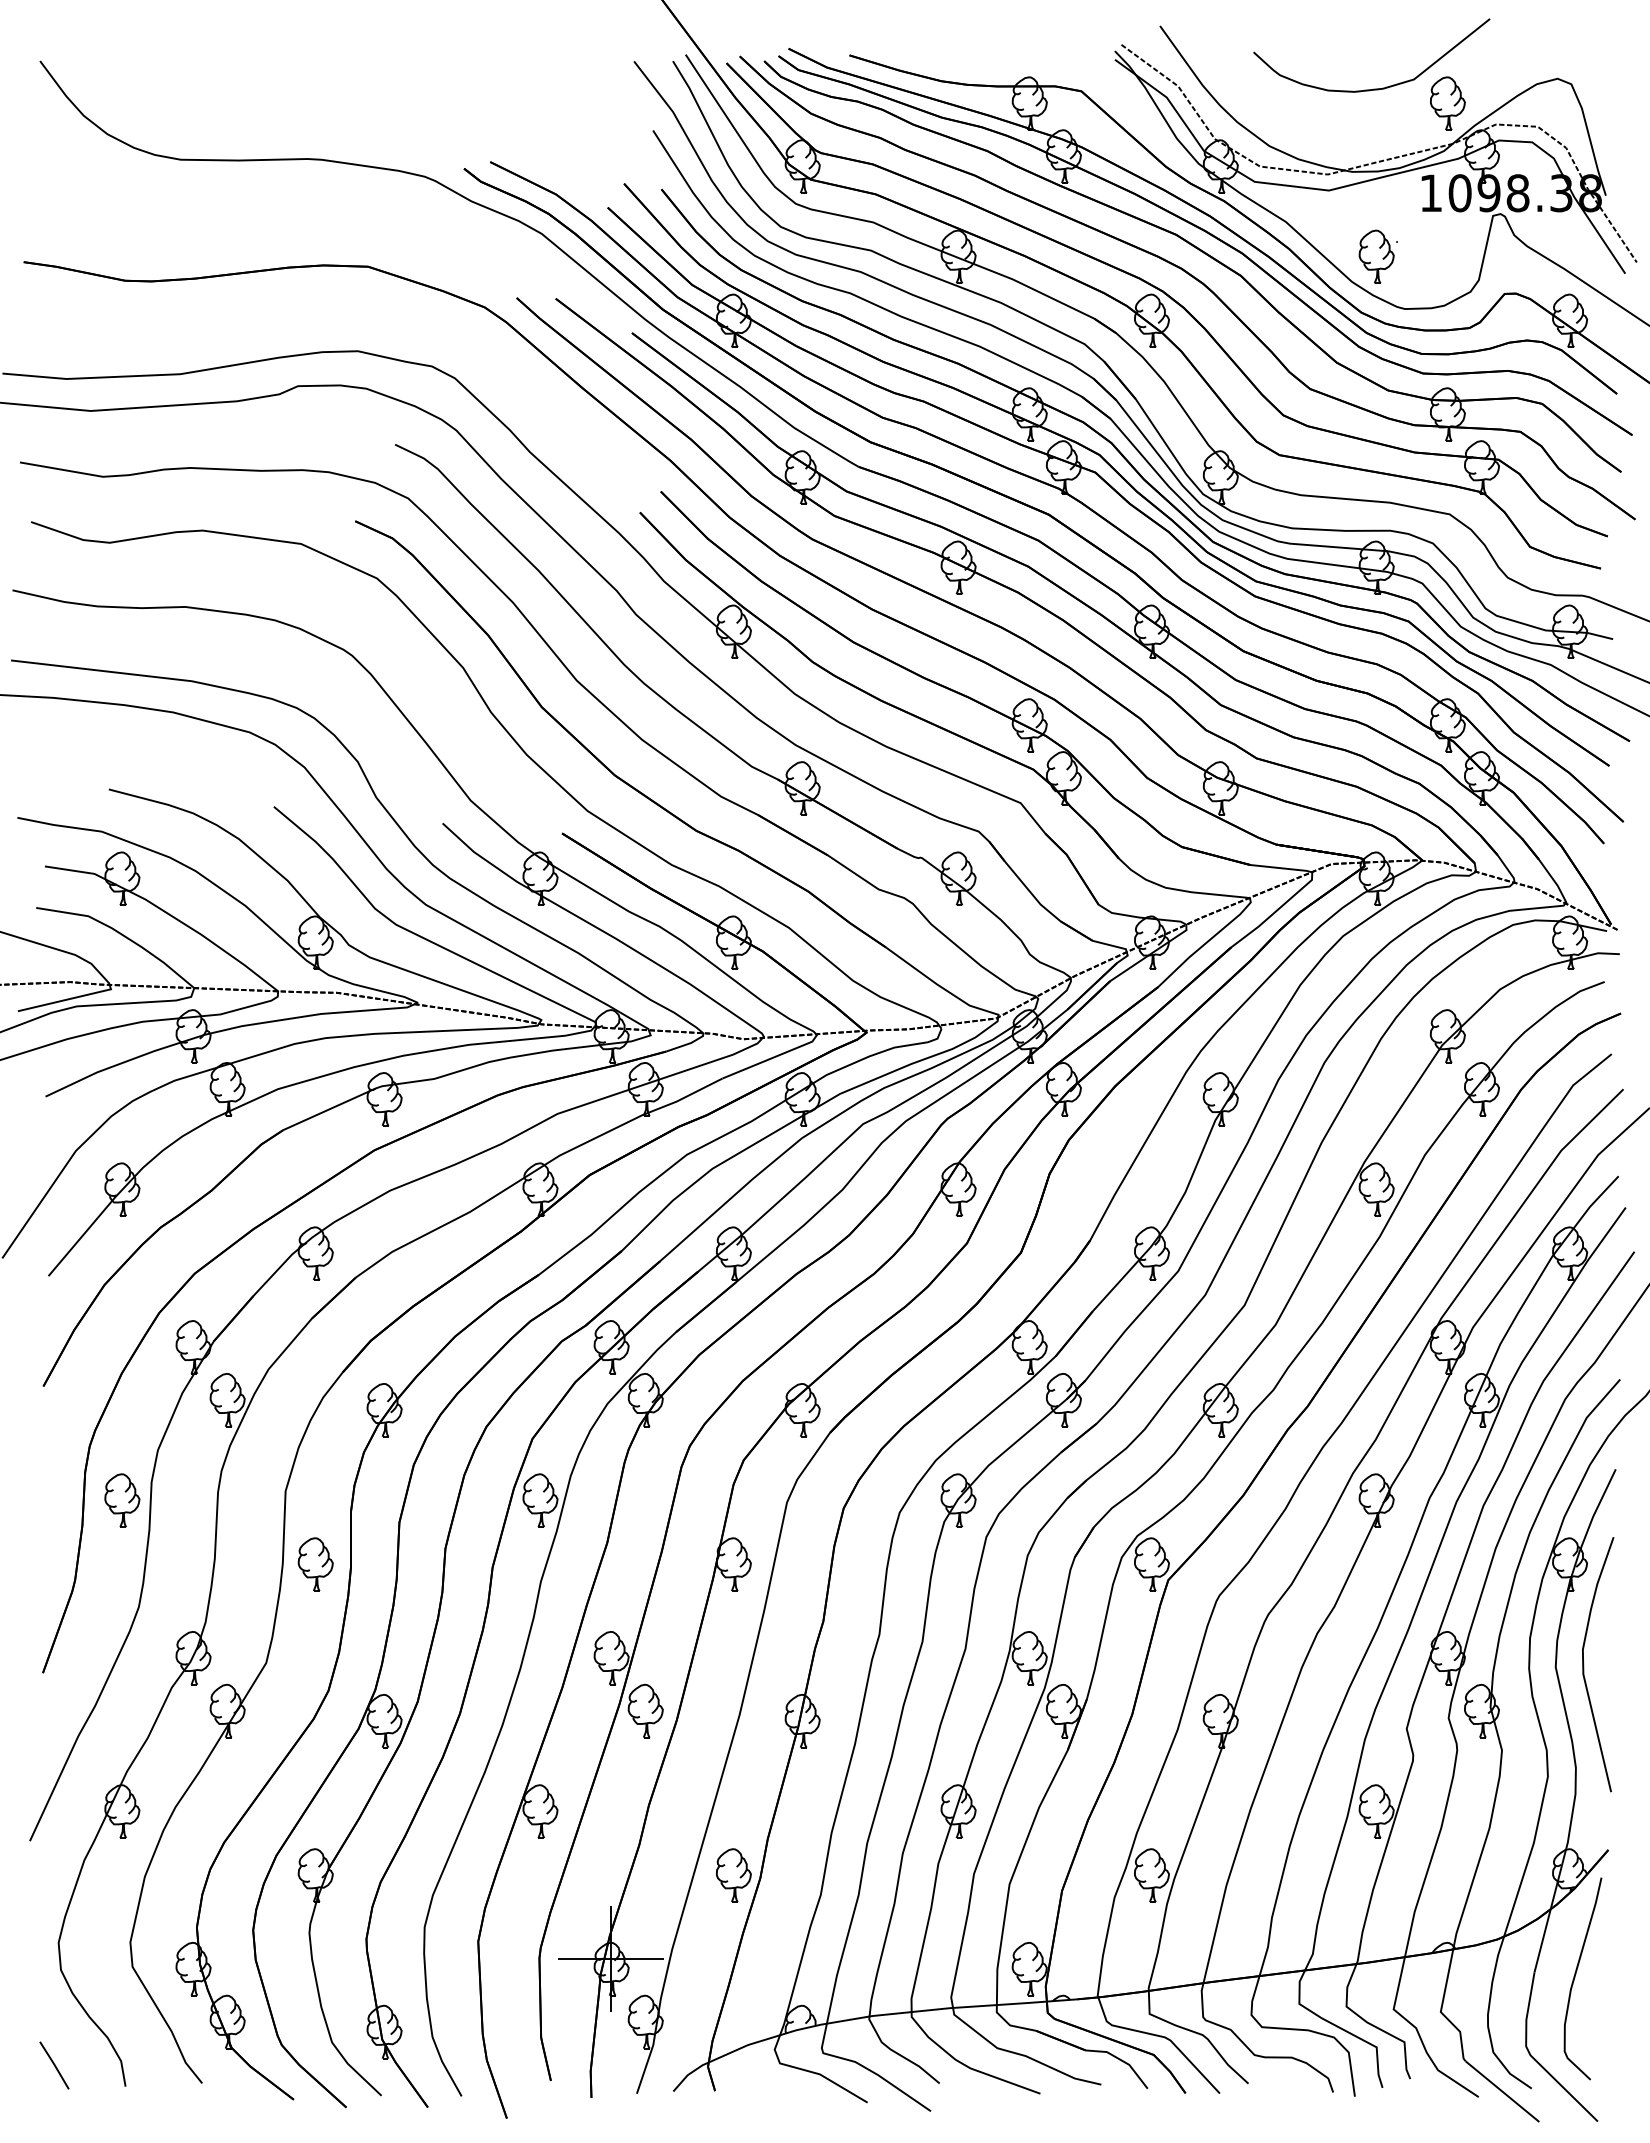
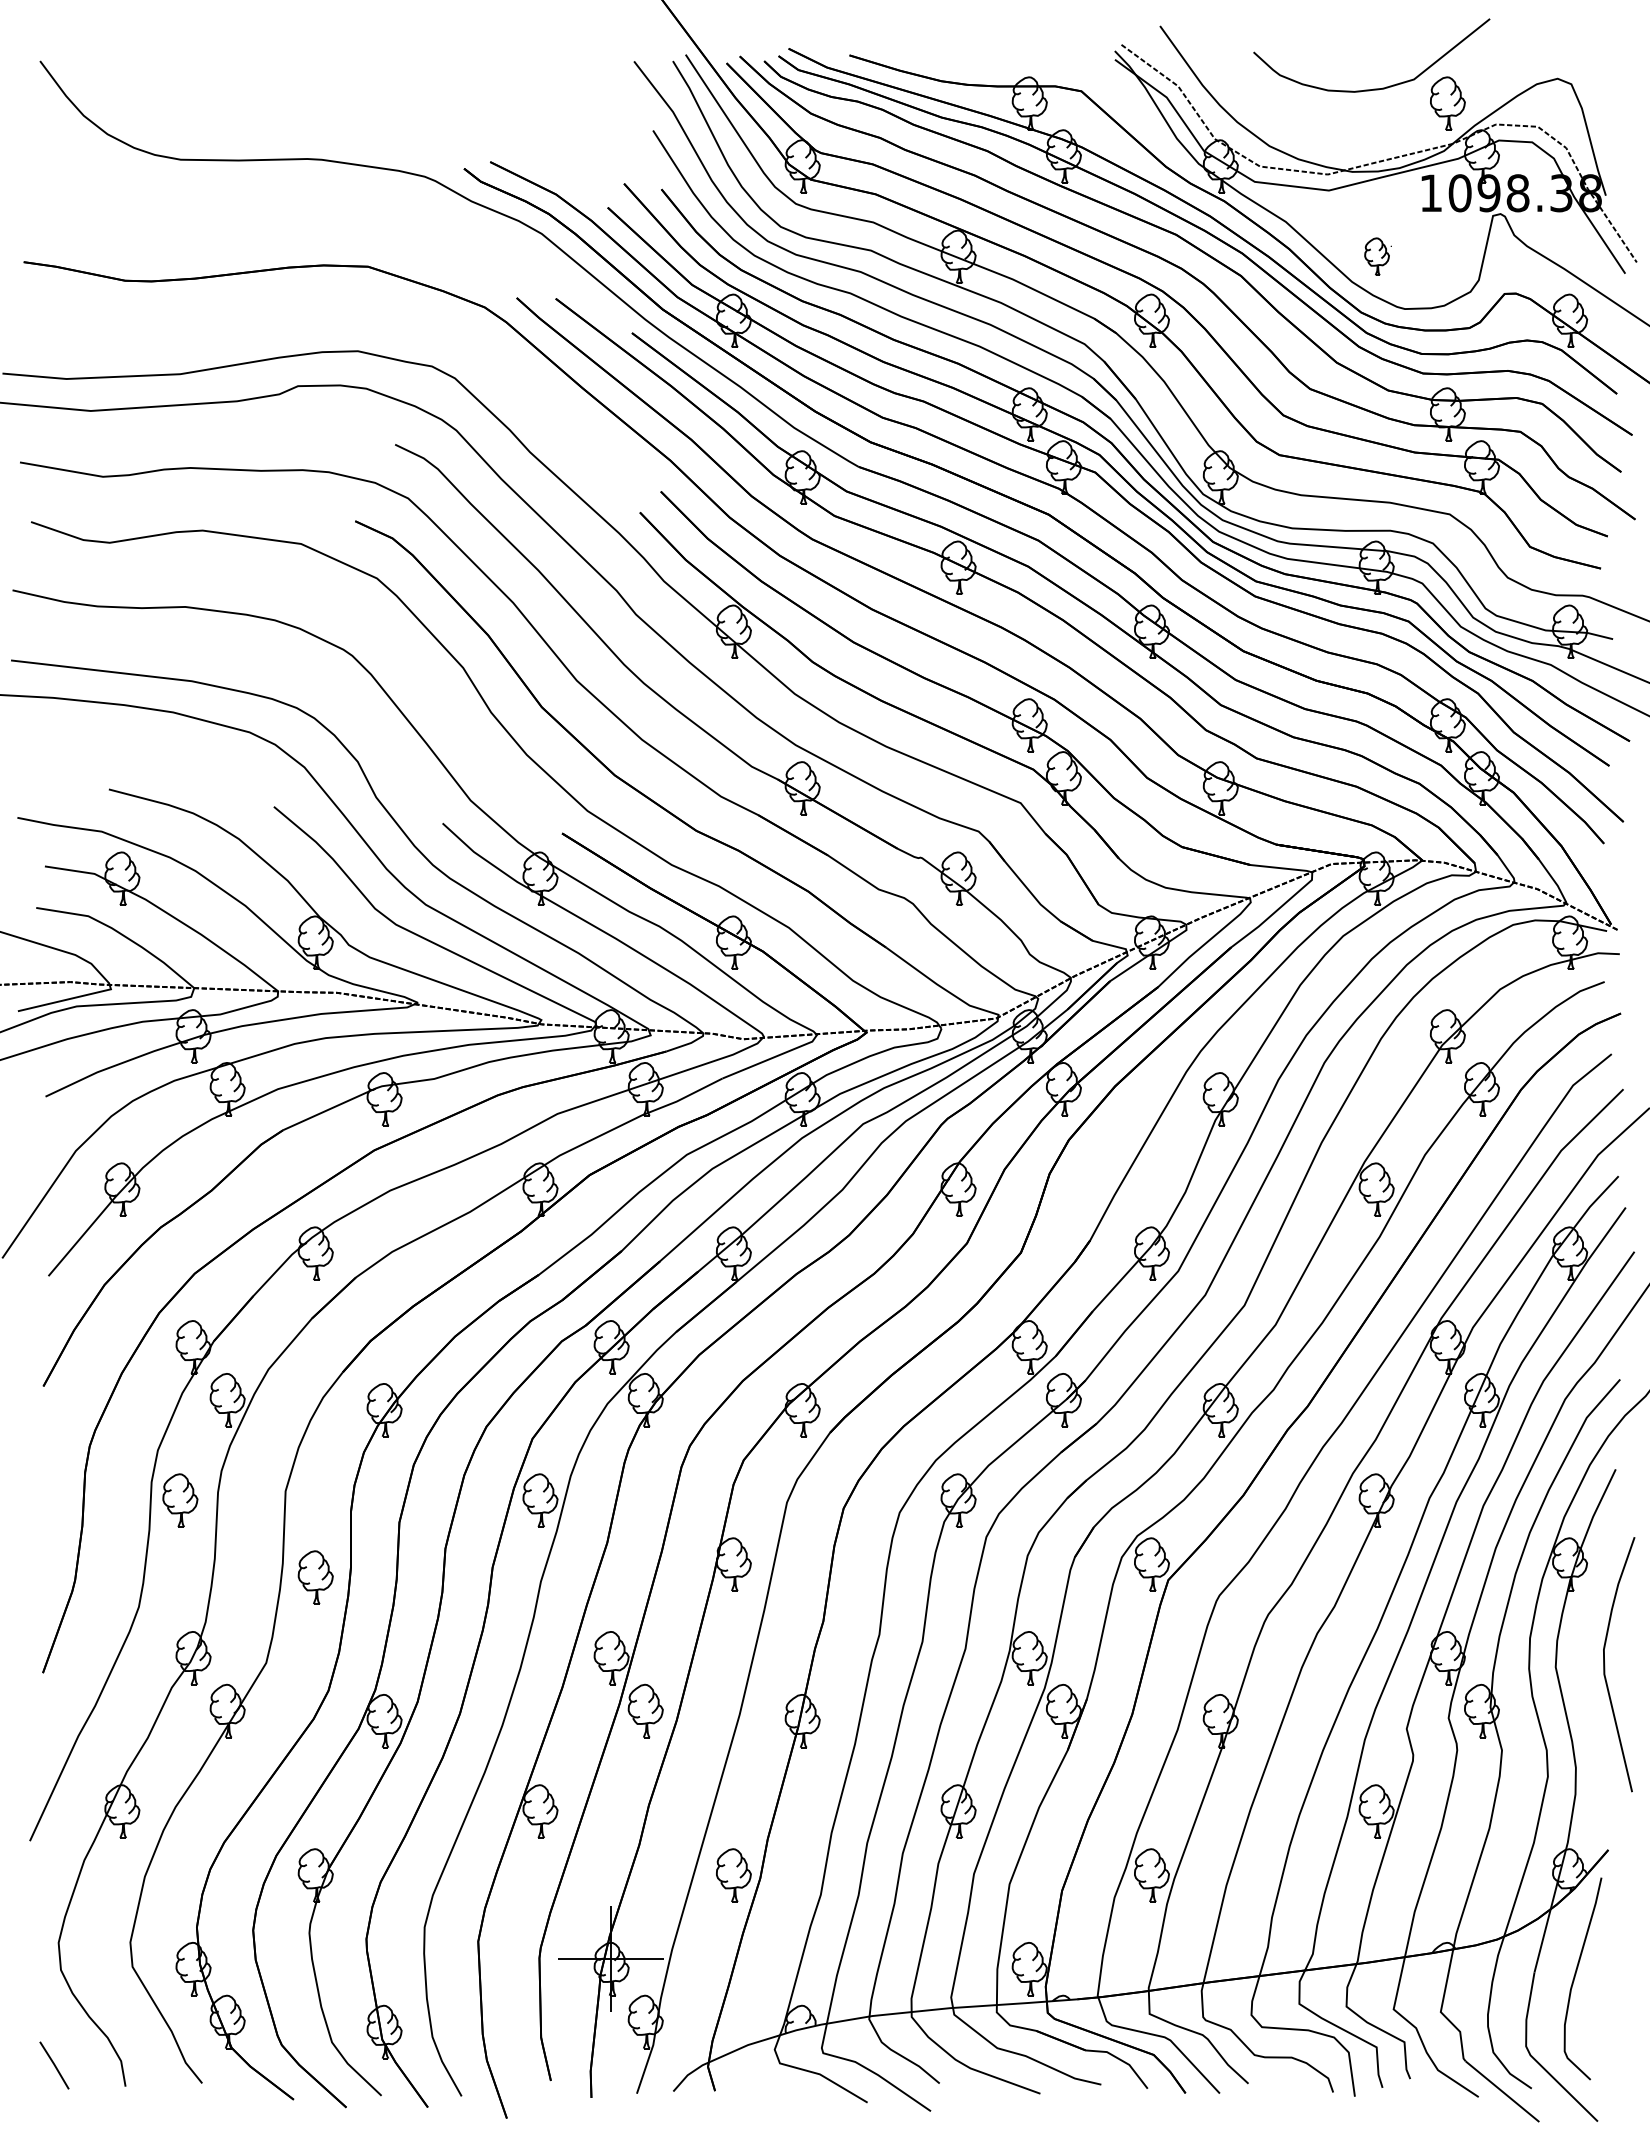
part at (1377, 256) size: 40x55 px -> 28x39 px
part at (122, 1500) position: (122, 1500) -> (180, 1500)
part at (315, 1564) position: (315, 1564) -> (315, 1577)
curve at (1584, 1664) position: (1584, 1664) -> (1605, 1664)
